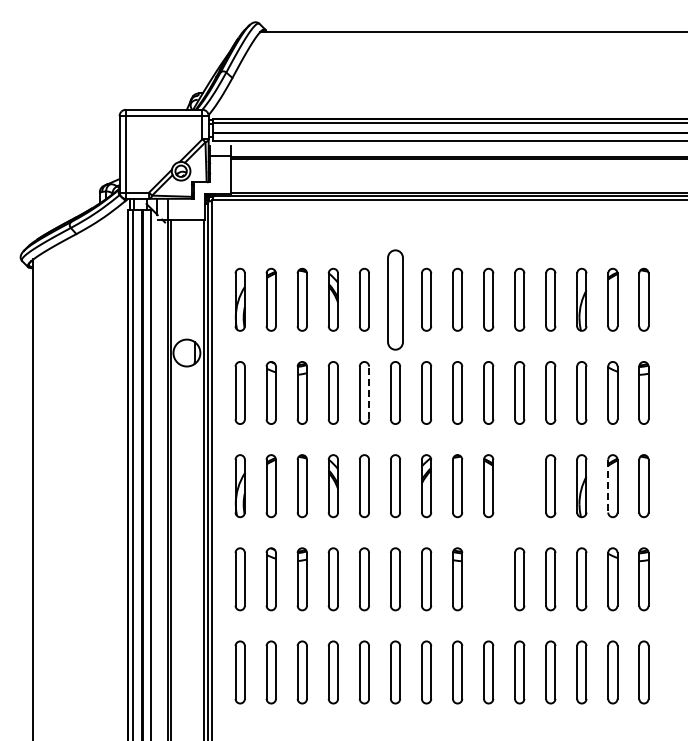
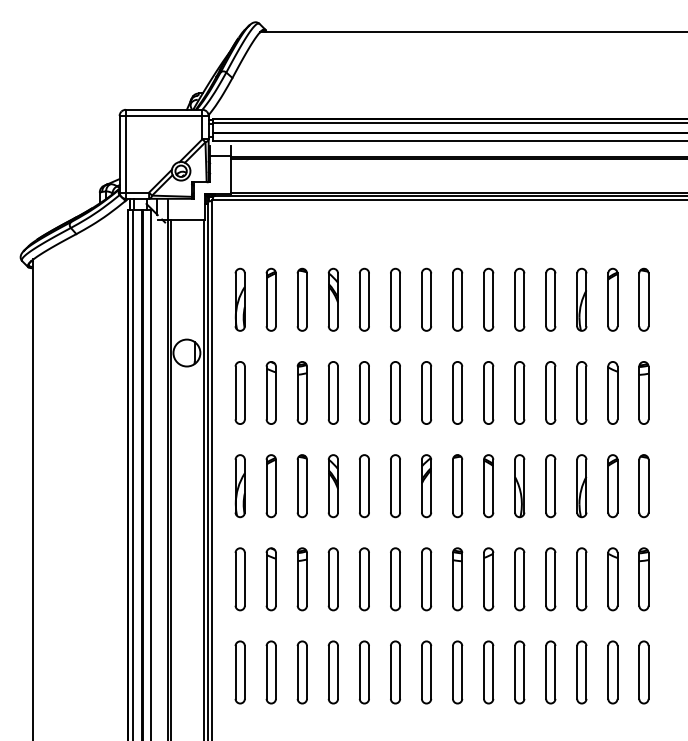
part at (395, 299) size: 17x102 px -> 11x65 px
line at (369, 392): dashed -> solid
part at (519, 486): none -> present
line at (608, 486): dashed -> solid
part at (488, 579): none -> present
